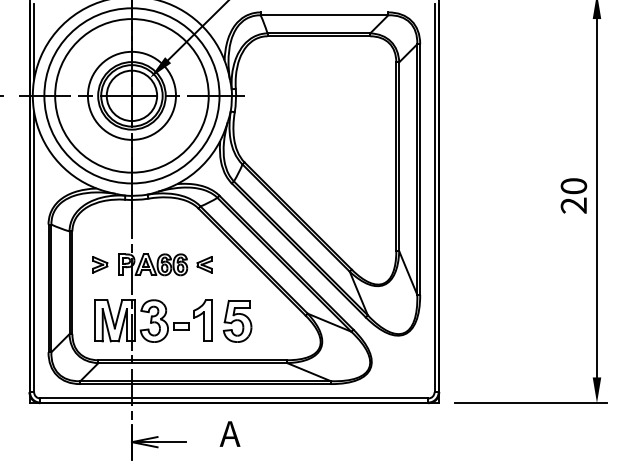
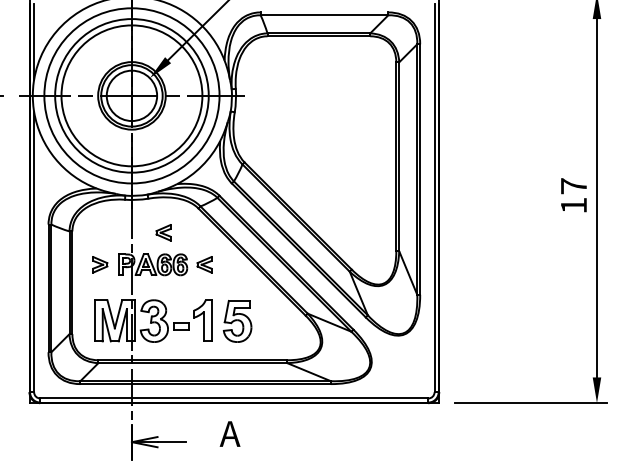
circle at (131, 95) diameter: 88 px -> 141 px
text at (573, 195): 20 -> 17
part at (163, 232): none -> present
